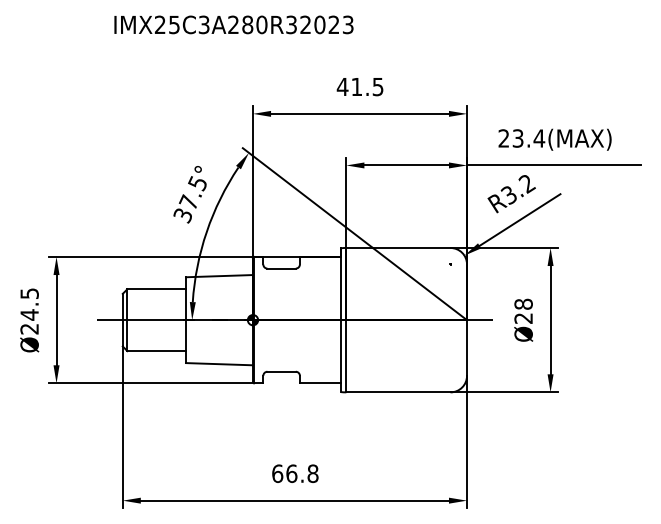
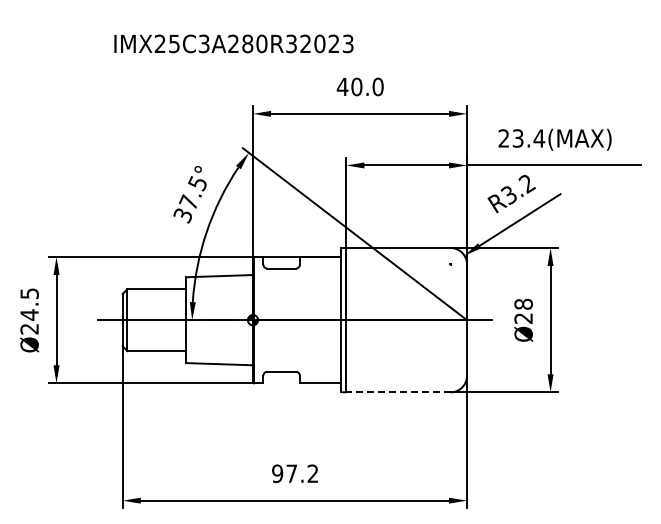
text at (233, 24) position: (233, 24) -> (233, 43)
text at (367, 86): 41.5 -> 40.0
line at (397, 392): solid -> dashed
text at (295, 473): 66.8 -> 97.2
